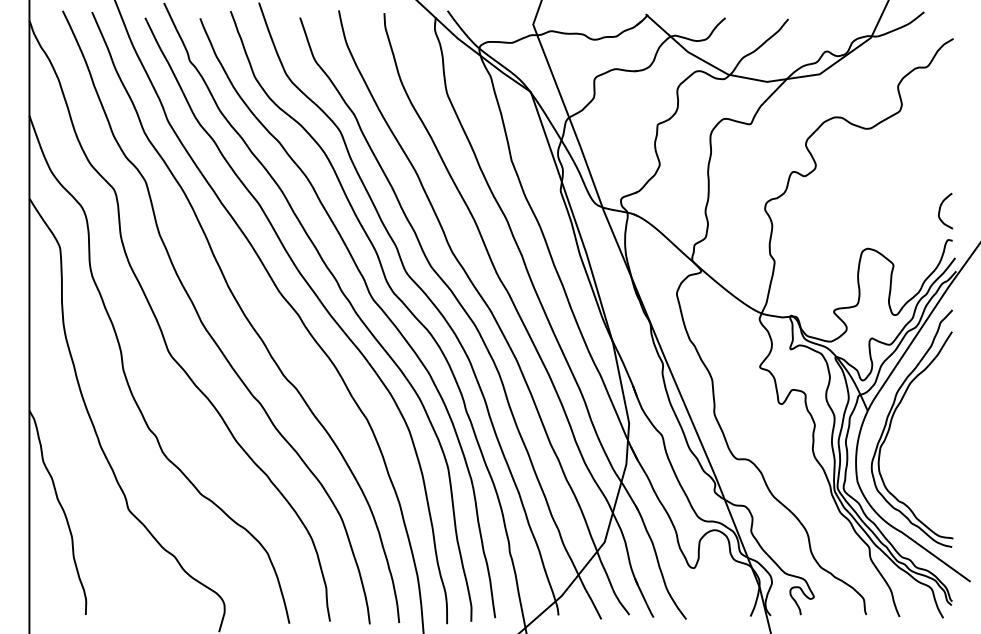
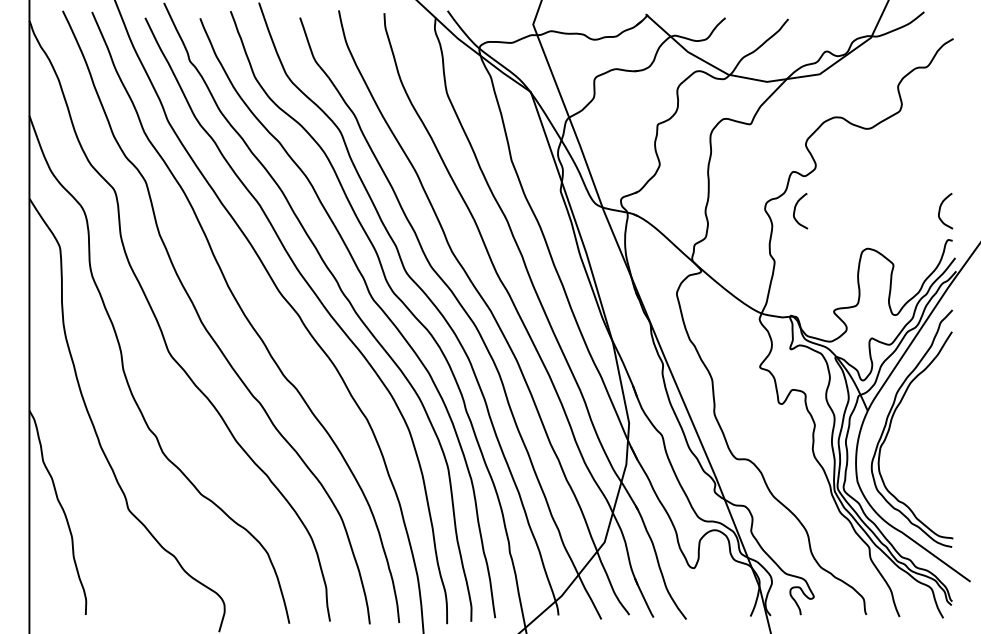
curve at (795, 211): none -> present
